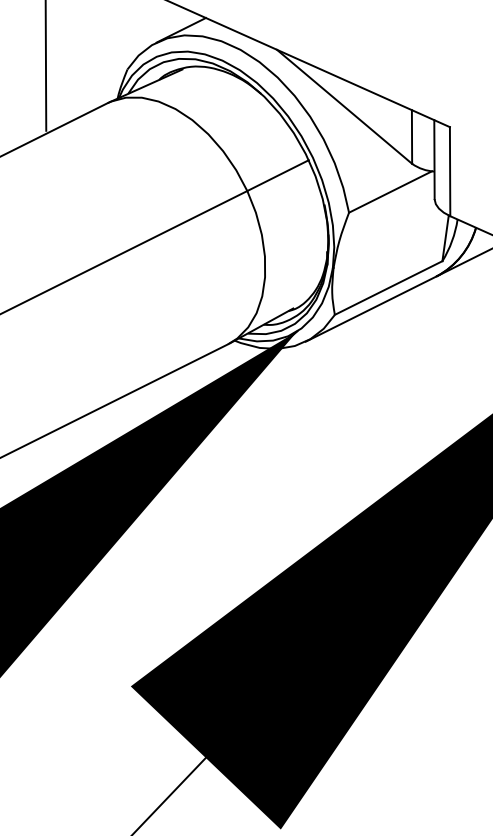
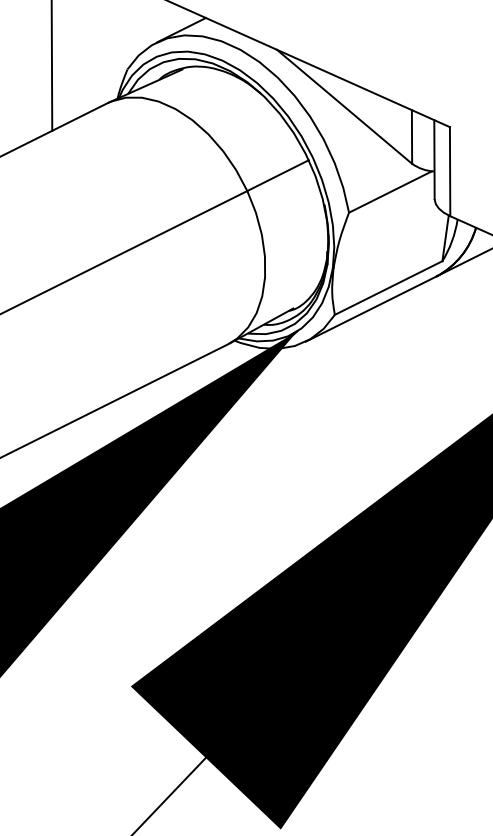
line at (45, 66) position: (45, 66) -> (51, 66)
